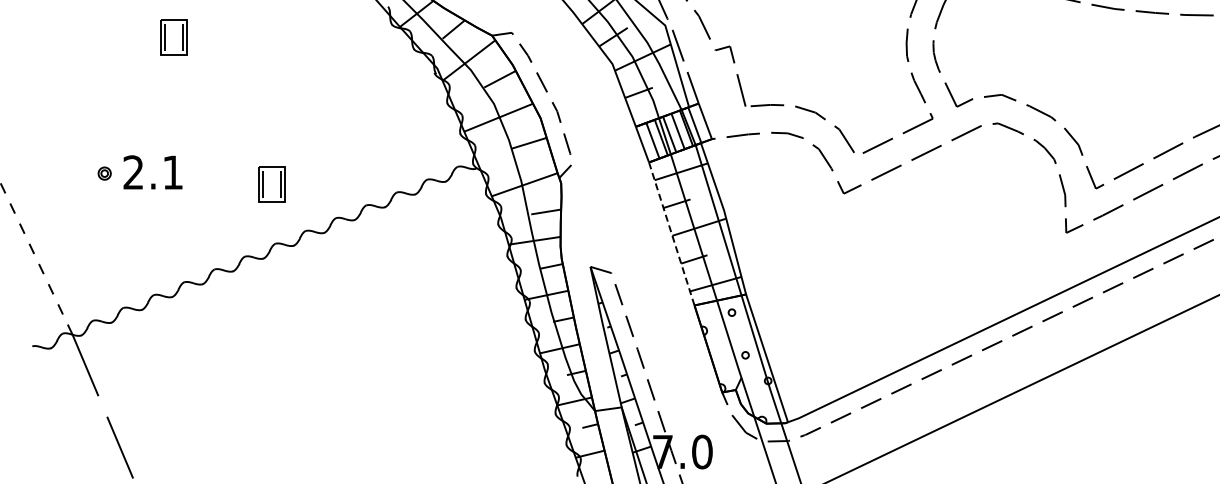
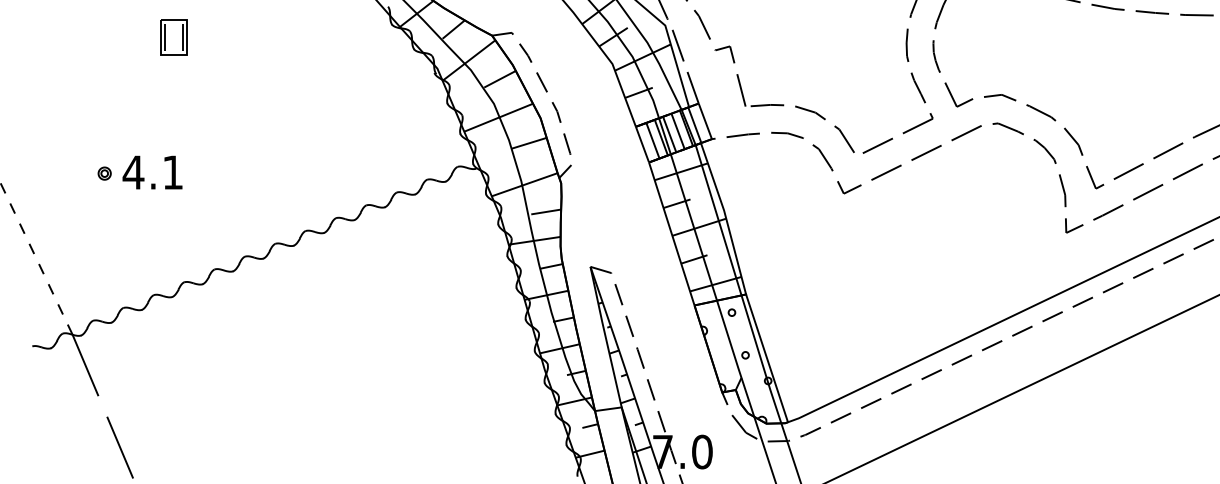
text at (133, 172): 2.1 -> 4.1
part at (271, 184): present -> none
line at (671, 233): dashed -> solid
